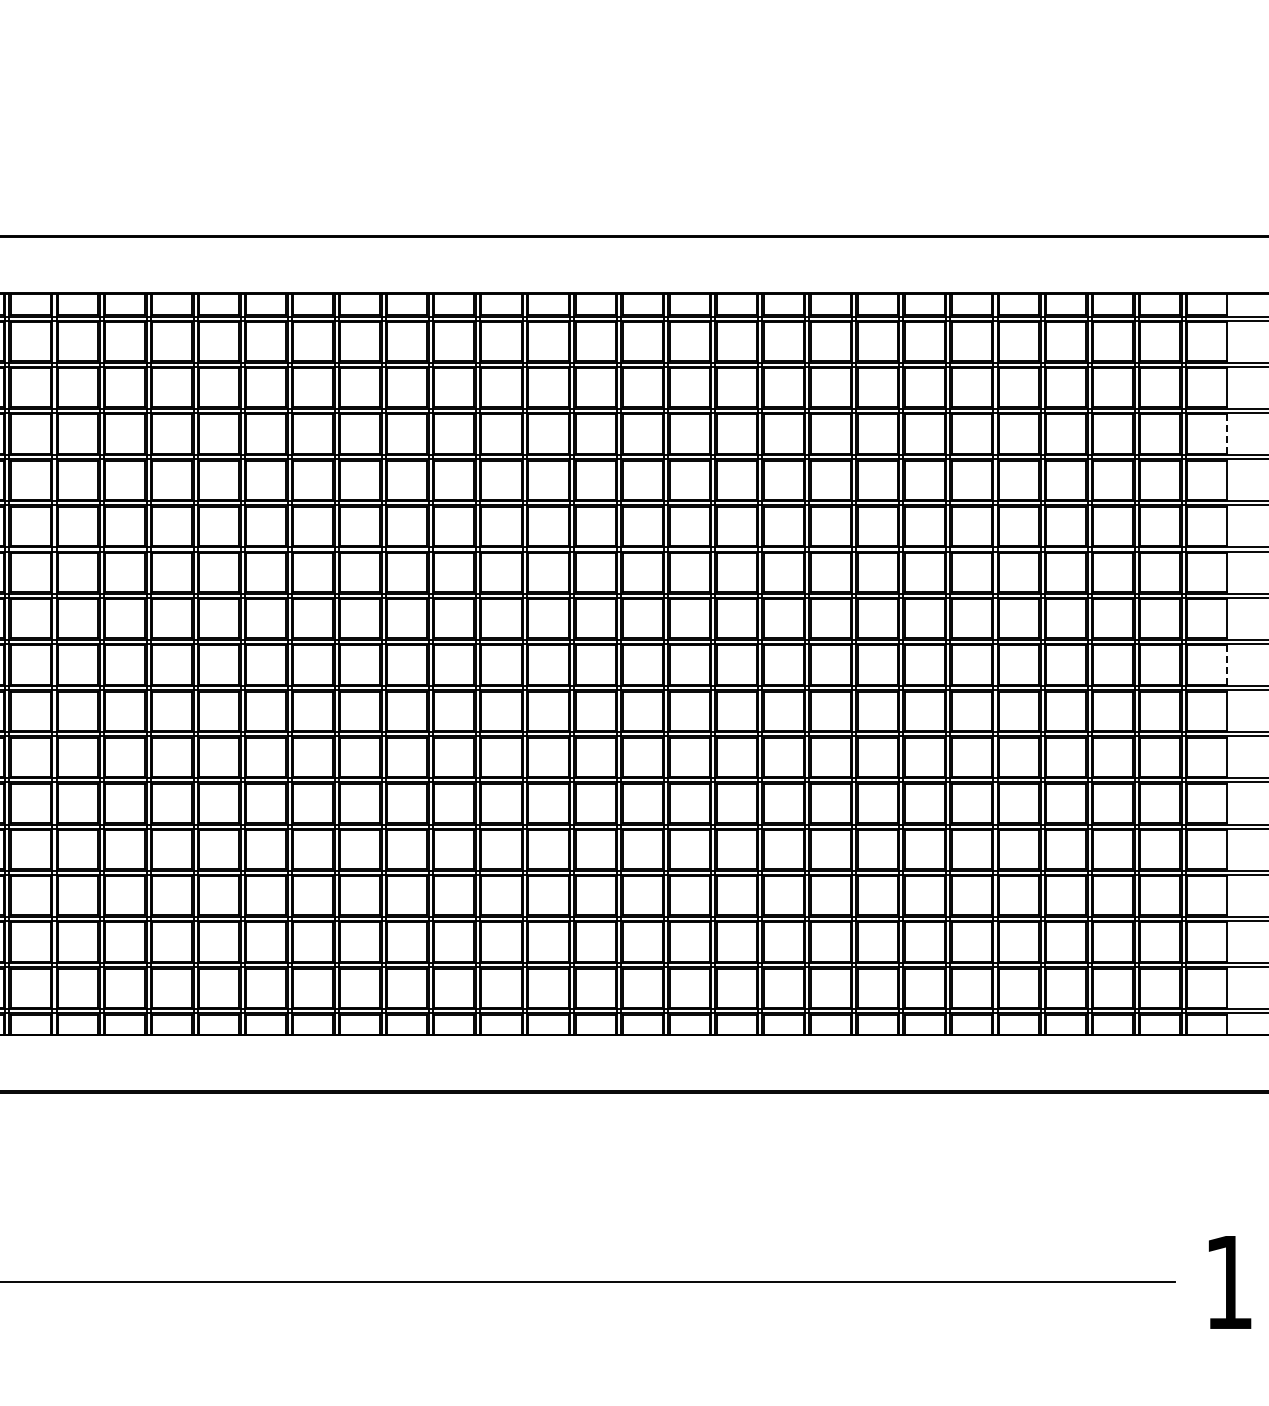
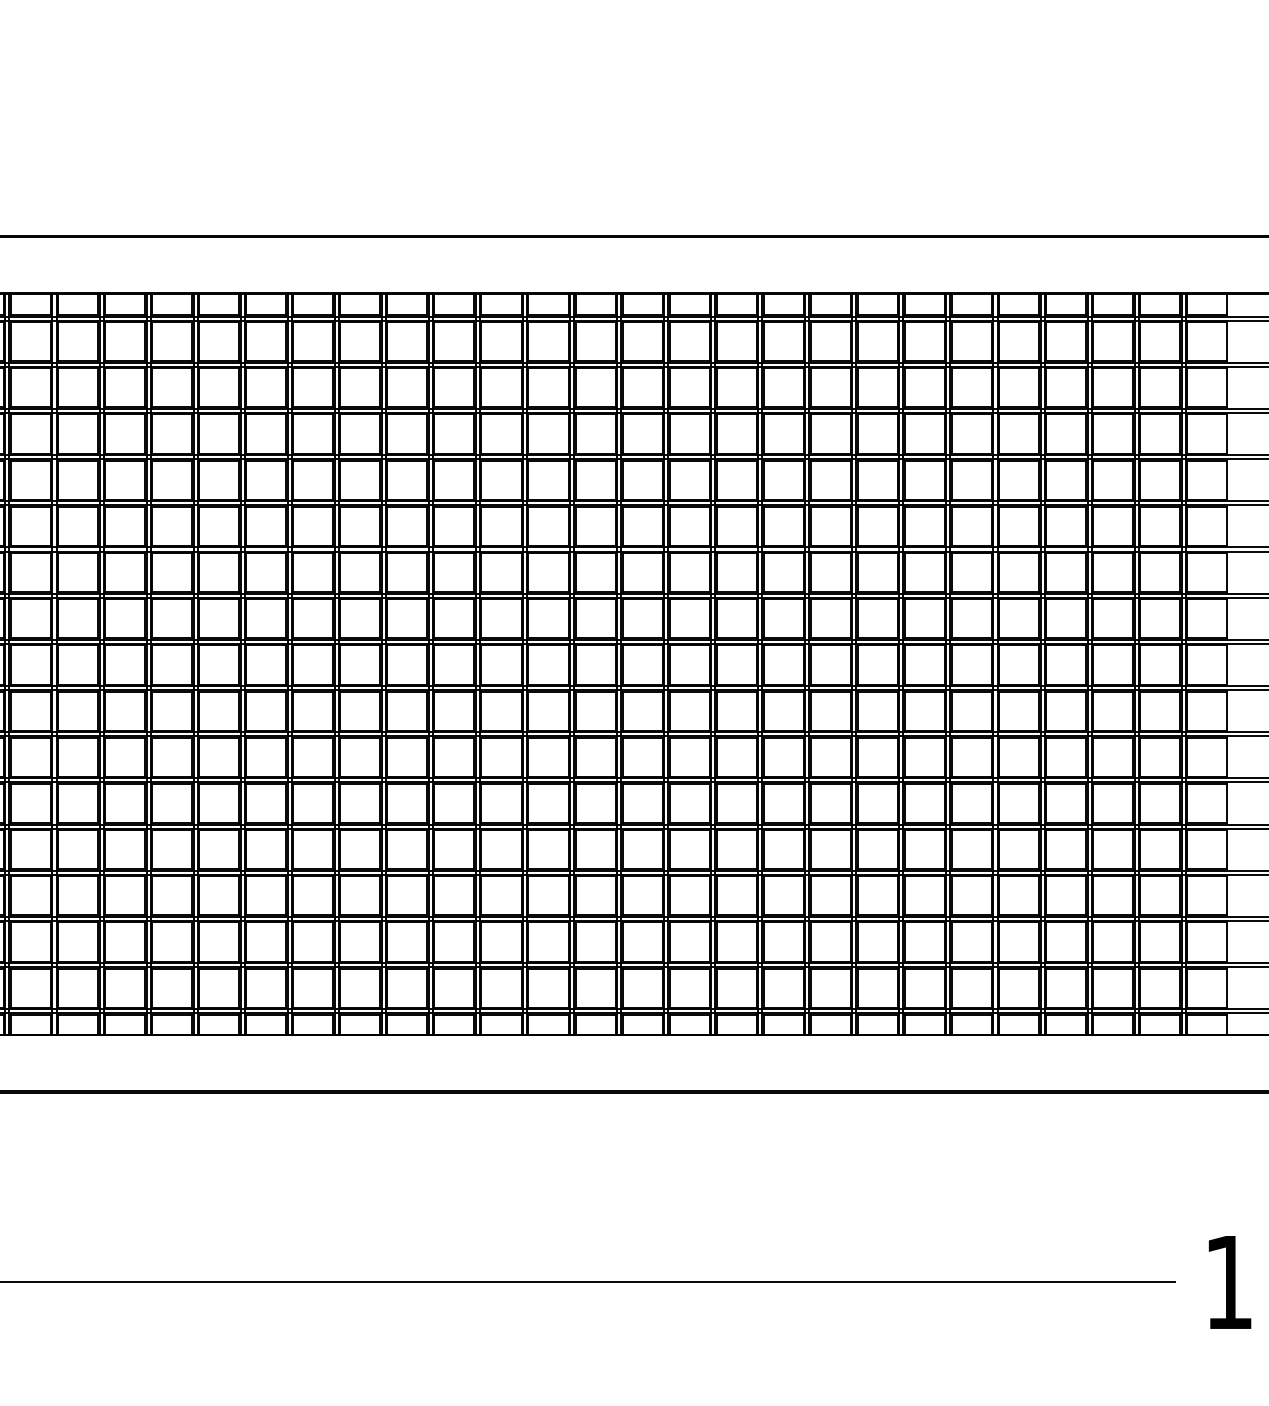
line at (1227, 434): dashed -> solid
line at (1227, 664): dashed -> solid
